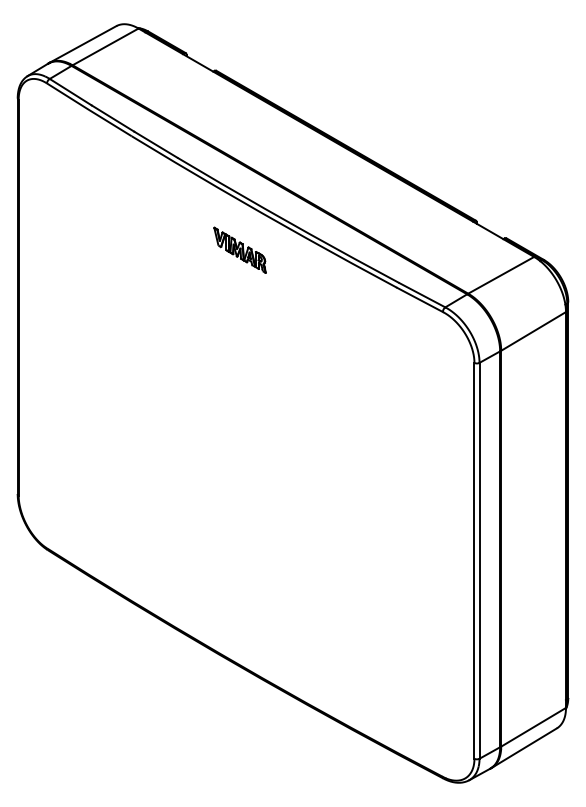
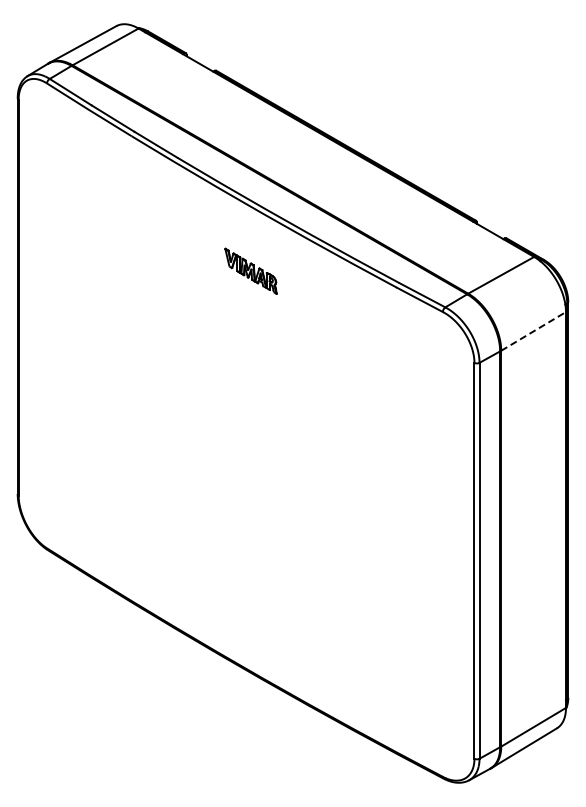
part at (239, 249) position: (239, 249) -> (250, 270)
line at (533, 331): solid -> dashed
